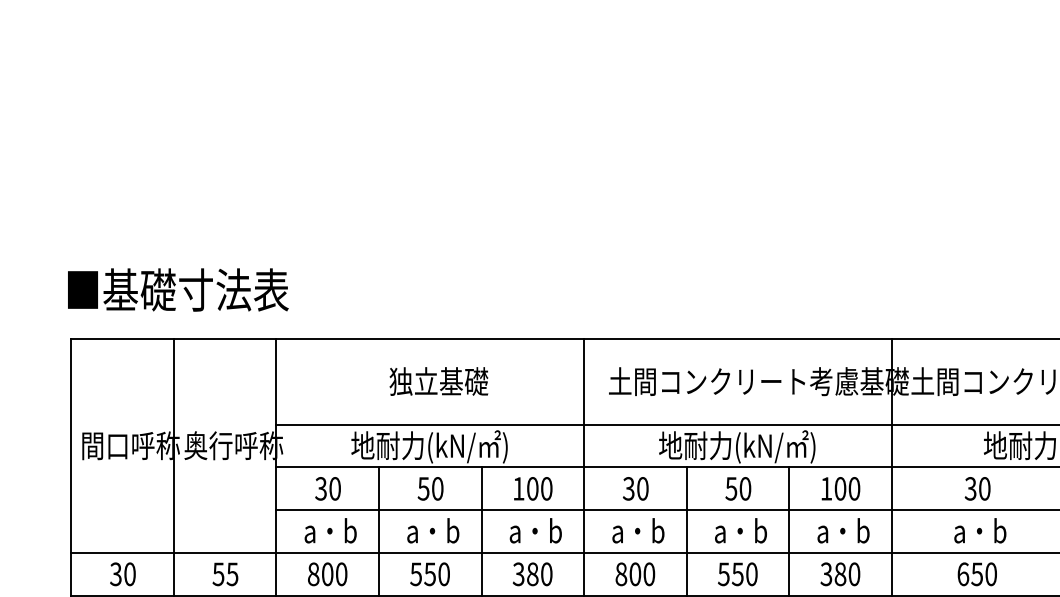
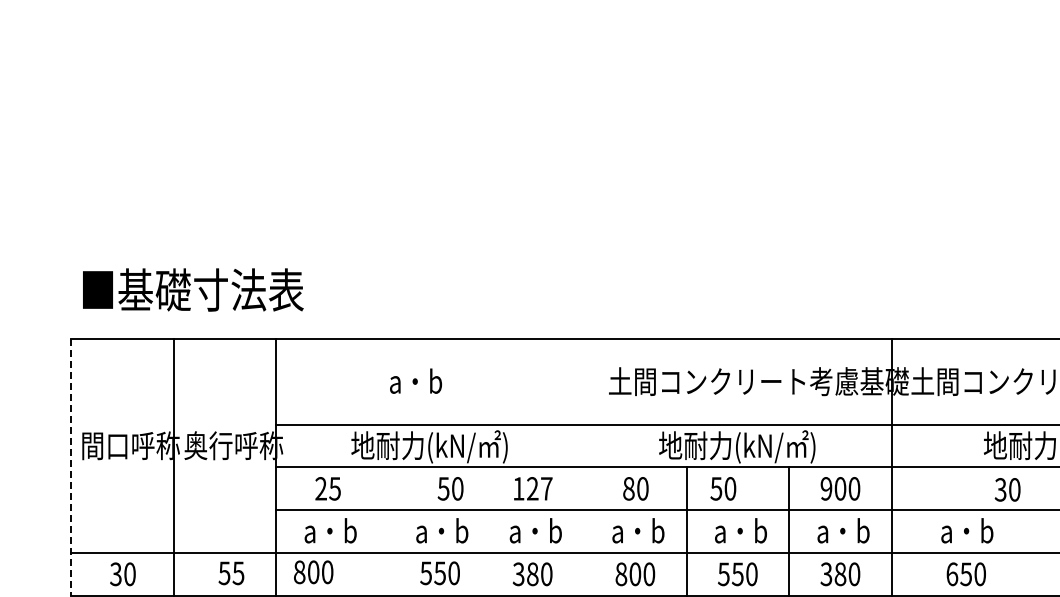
text at (178, 289) position: (178, 289) -> (193, 289)
text at (438, 381): 独立基礎 -> a・b
line at (584, 466): present -> none
line at (71, 467): solid -> dashed
text at (327, 488): 30 -> 25
text at (430, 488) position: (430, 488) -> (450, 488)
text at (539, 488): 100 -> 127
text at (628, 488): 30 -> 80
text at (738, 488) position: (738, 488) -> (723, 488)
text at (826, 488): 100 -> 900
text at (977, 488) position: (977, 488) -> (1007, 489)
line at (379, 530): present -> none
text at (433, 530) position: (433, 530) -> (442, 530)
line at (481, 530): present -> none
text at (980, 530) position: (980, 530) -> (967, 530)
text at (225, 574) position: (225, 574) -> (231, 573)
text at (327, 574) position: (327, 574) -> (313, 572)
text at (429, 574) position: (429, 574) -> (439, 573)
text at (976, 574) position: (976, 574) -> (965, 574)
